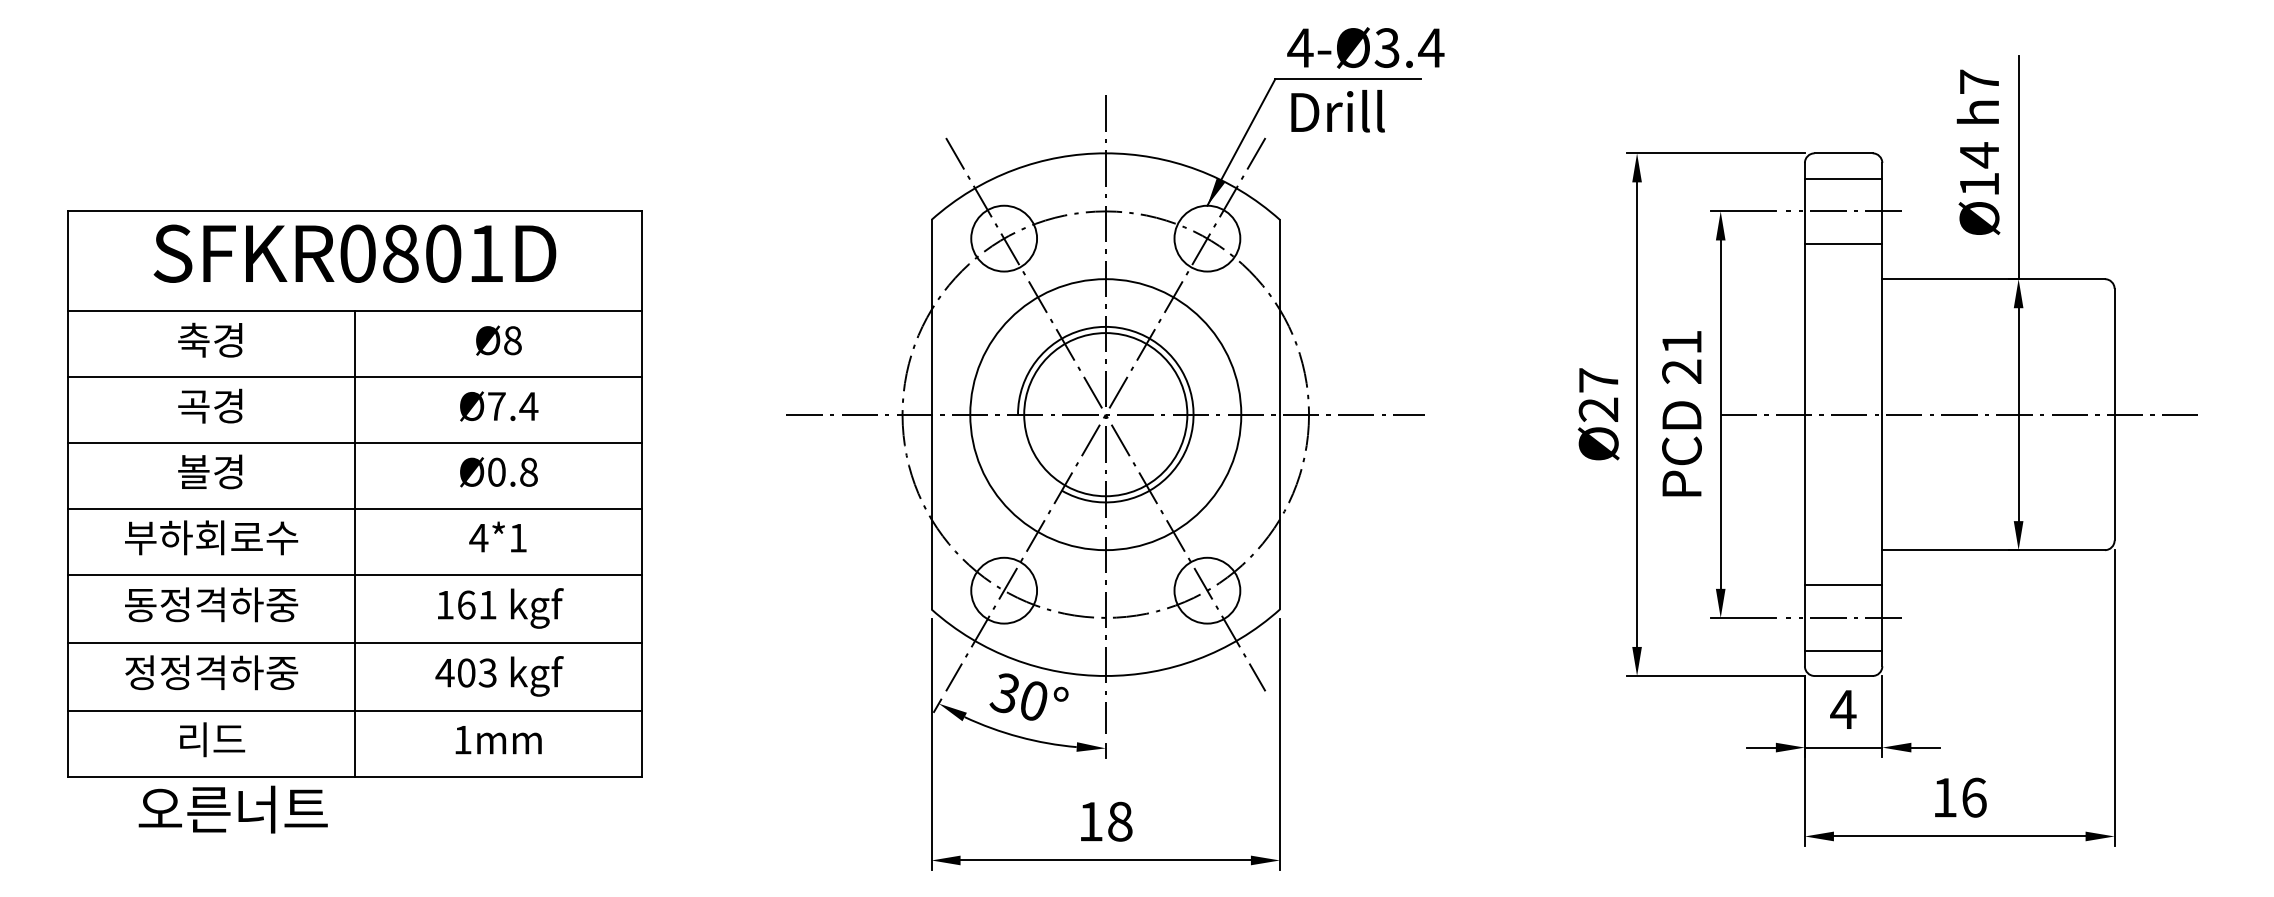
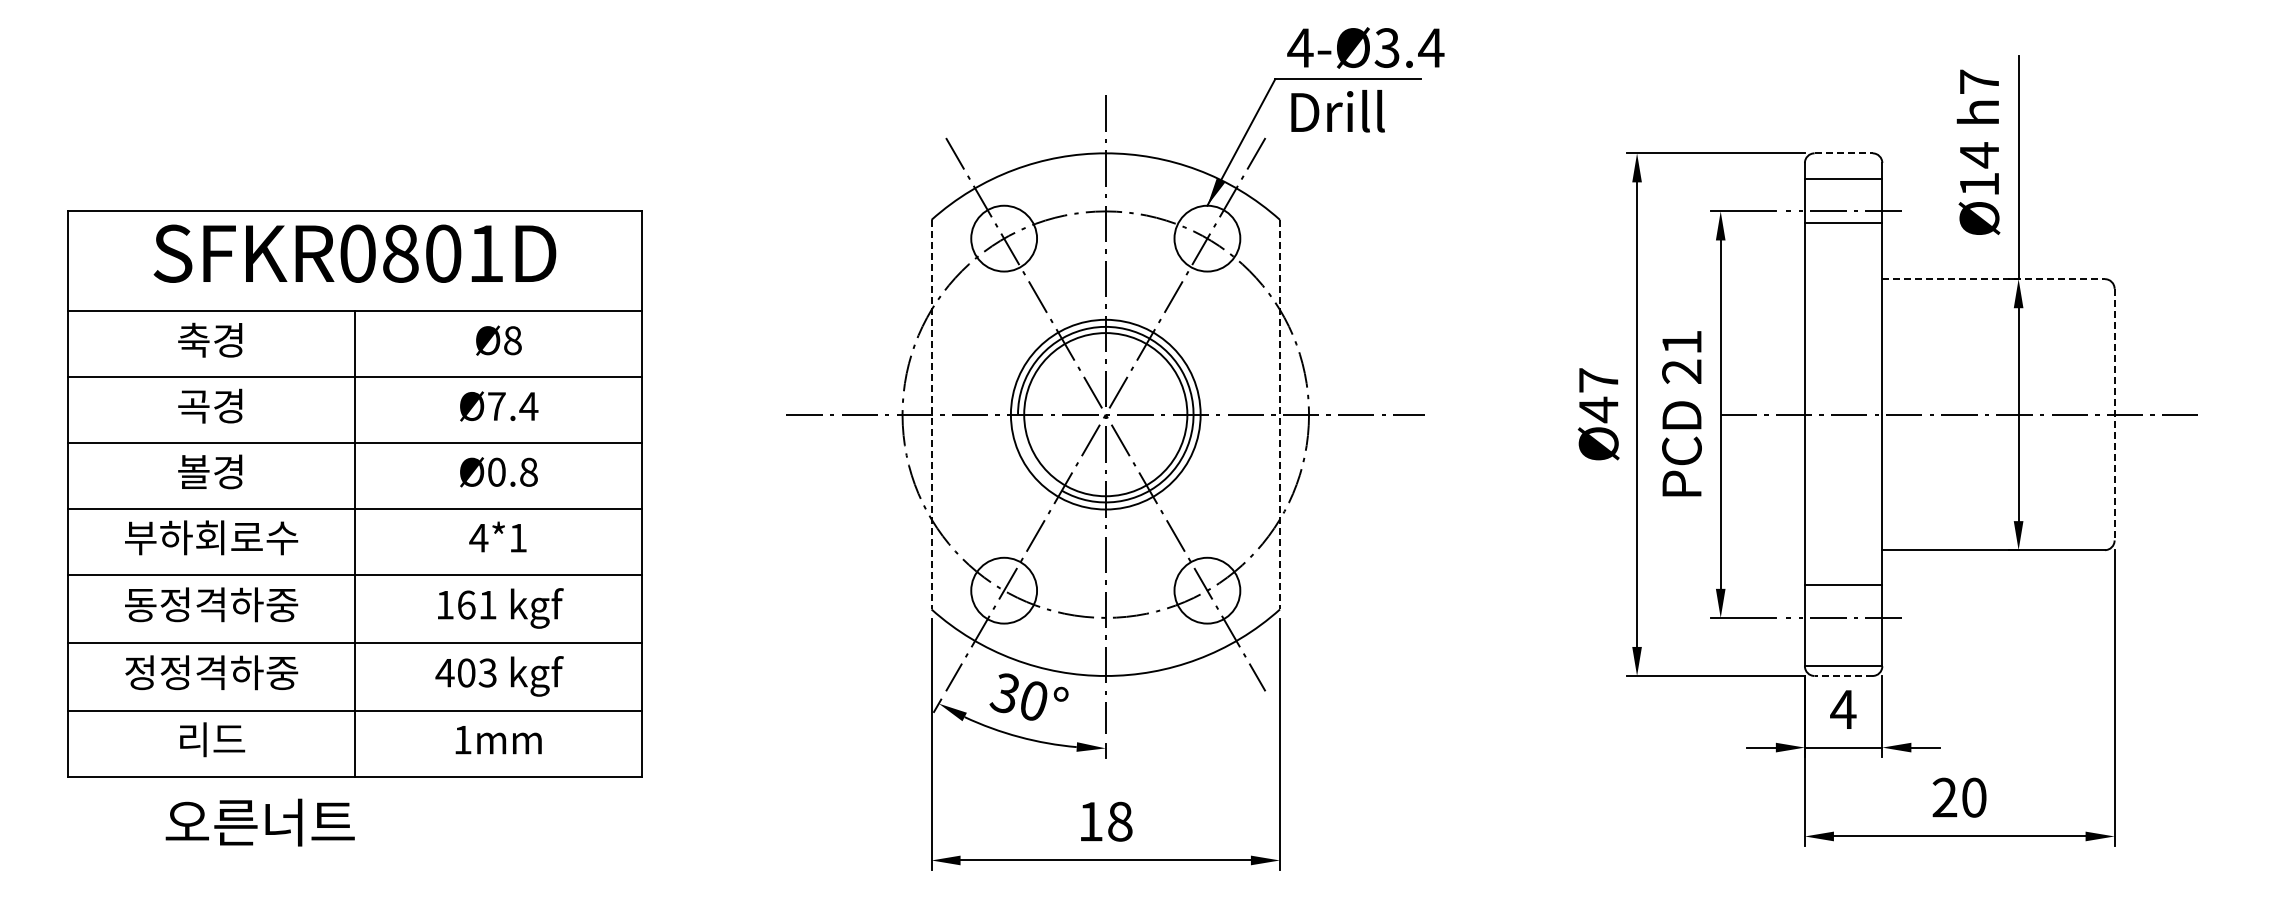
line at (1844, 153): solid -> dashed
line at (1843, 244) position: (1843, 244) -> (1843, 223)
line at (1994, 279): solid -> dashed
text at (1598, 409): 27 -> 47
line at (931, 414): solid -> dashed
circle at (1105, 414) diameter: 271 px -> 190 px
line at (1280, 414): solid -> dashed
line at (2114, 414): solid -> dashed
line at (1843, 650) position: (1843, 650) -> (1843, 665)
line at (1843, 675): solid -> dashed
text at (1959, 797): 16 -> 20
text at (232, 809) position: (232, 809) -> (259, 822)
